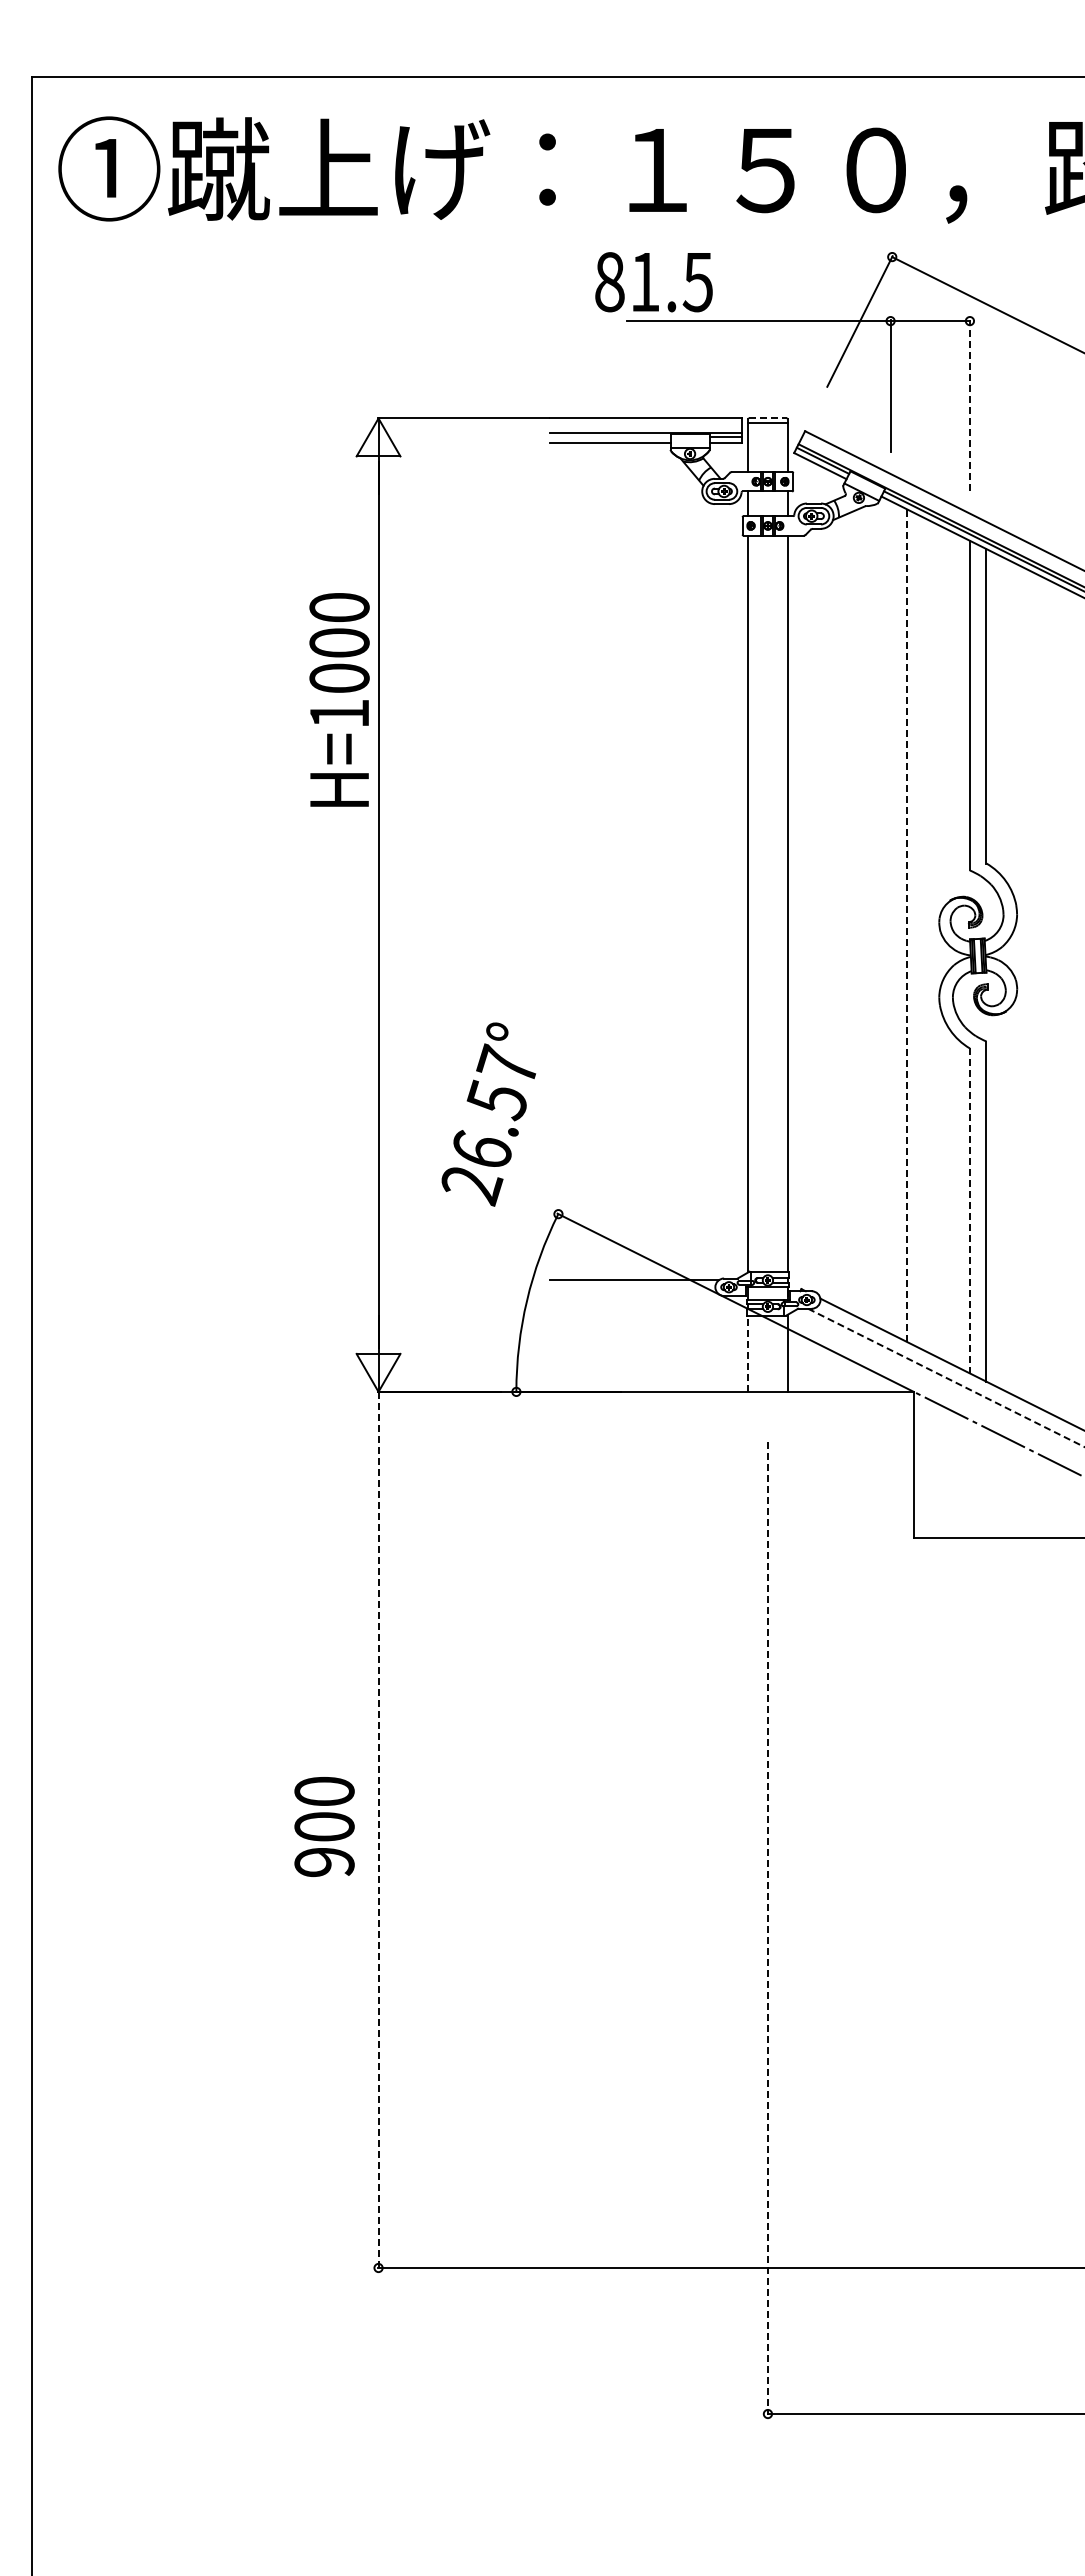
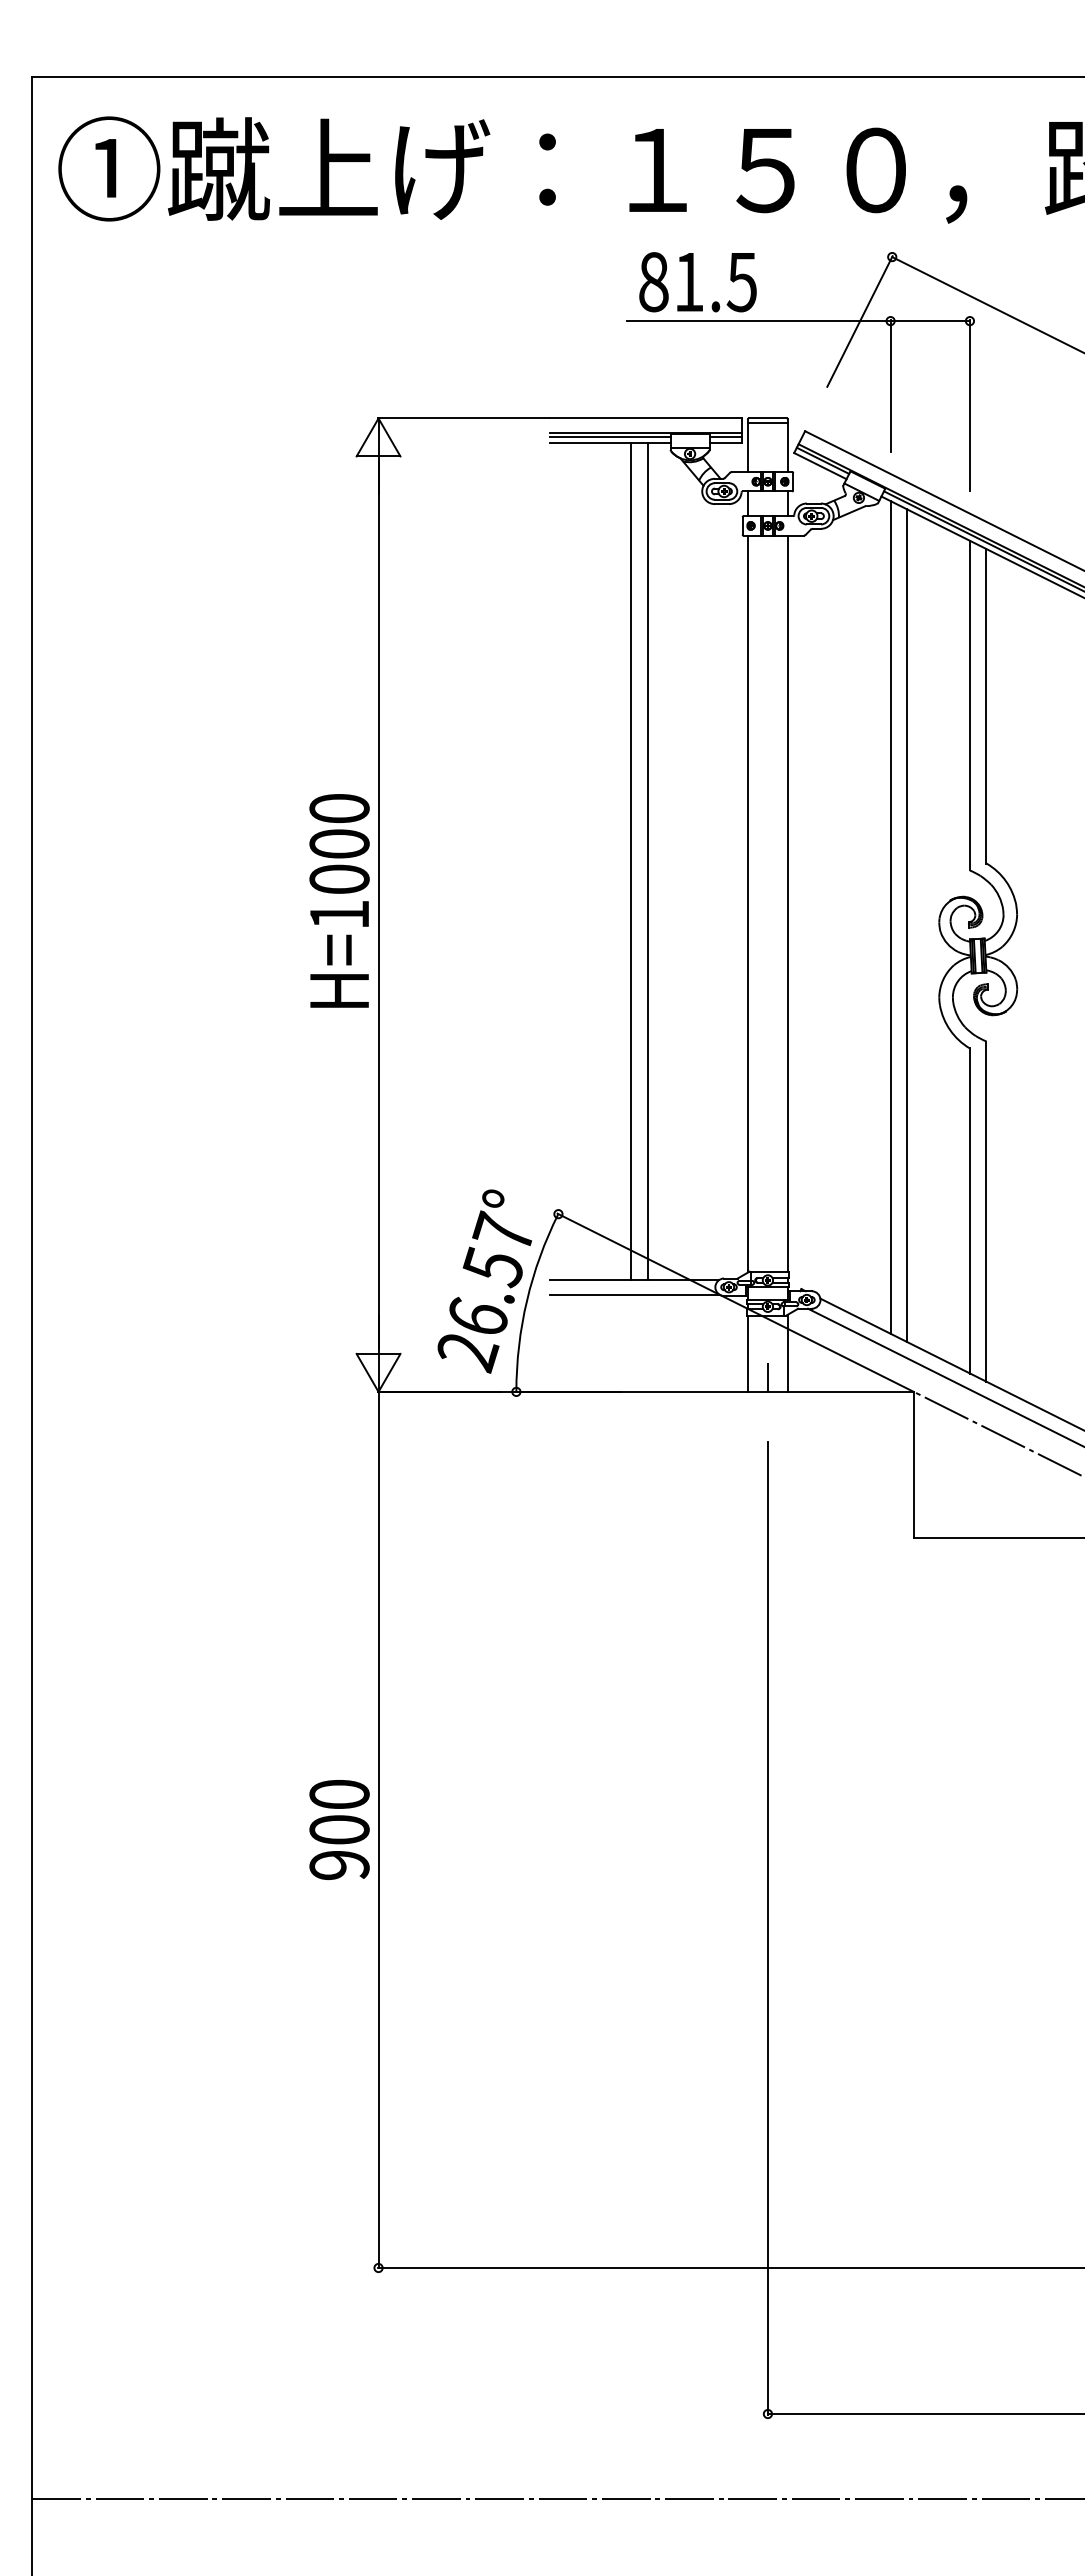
text at (653, 282) position: (653, 282) -> (697, 282)
line at (969, 405): dashed -> solid
line at (767, 418): dashed -> solid
line at (610, 436): none -> present
text at (339, 699) position: (339, 699) -> (339, 900)
line at (631, 860): none -> present
line at (647, 860): none -> present
line at (890, 917): none -> present
line at (907, 925): dashed -> solid
text at (488, 1114) position: (488, 1114) -> (484, 1281)
line at (969, 1211): dashed -> solid
line at (634, 1294): none -> present
line at (748, 1353): dashed -> solid
line at (767, 1377): none -> present
line at (946, 1378): dashed -> solid
text at (324, 1826) position: (324, 1826) -> (339, 1829)
line at (378, 1830): dashed -> solid
line at (767, 1928): dashed -> solid
line at (556, 2498): none -> present
